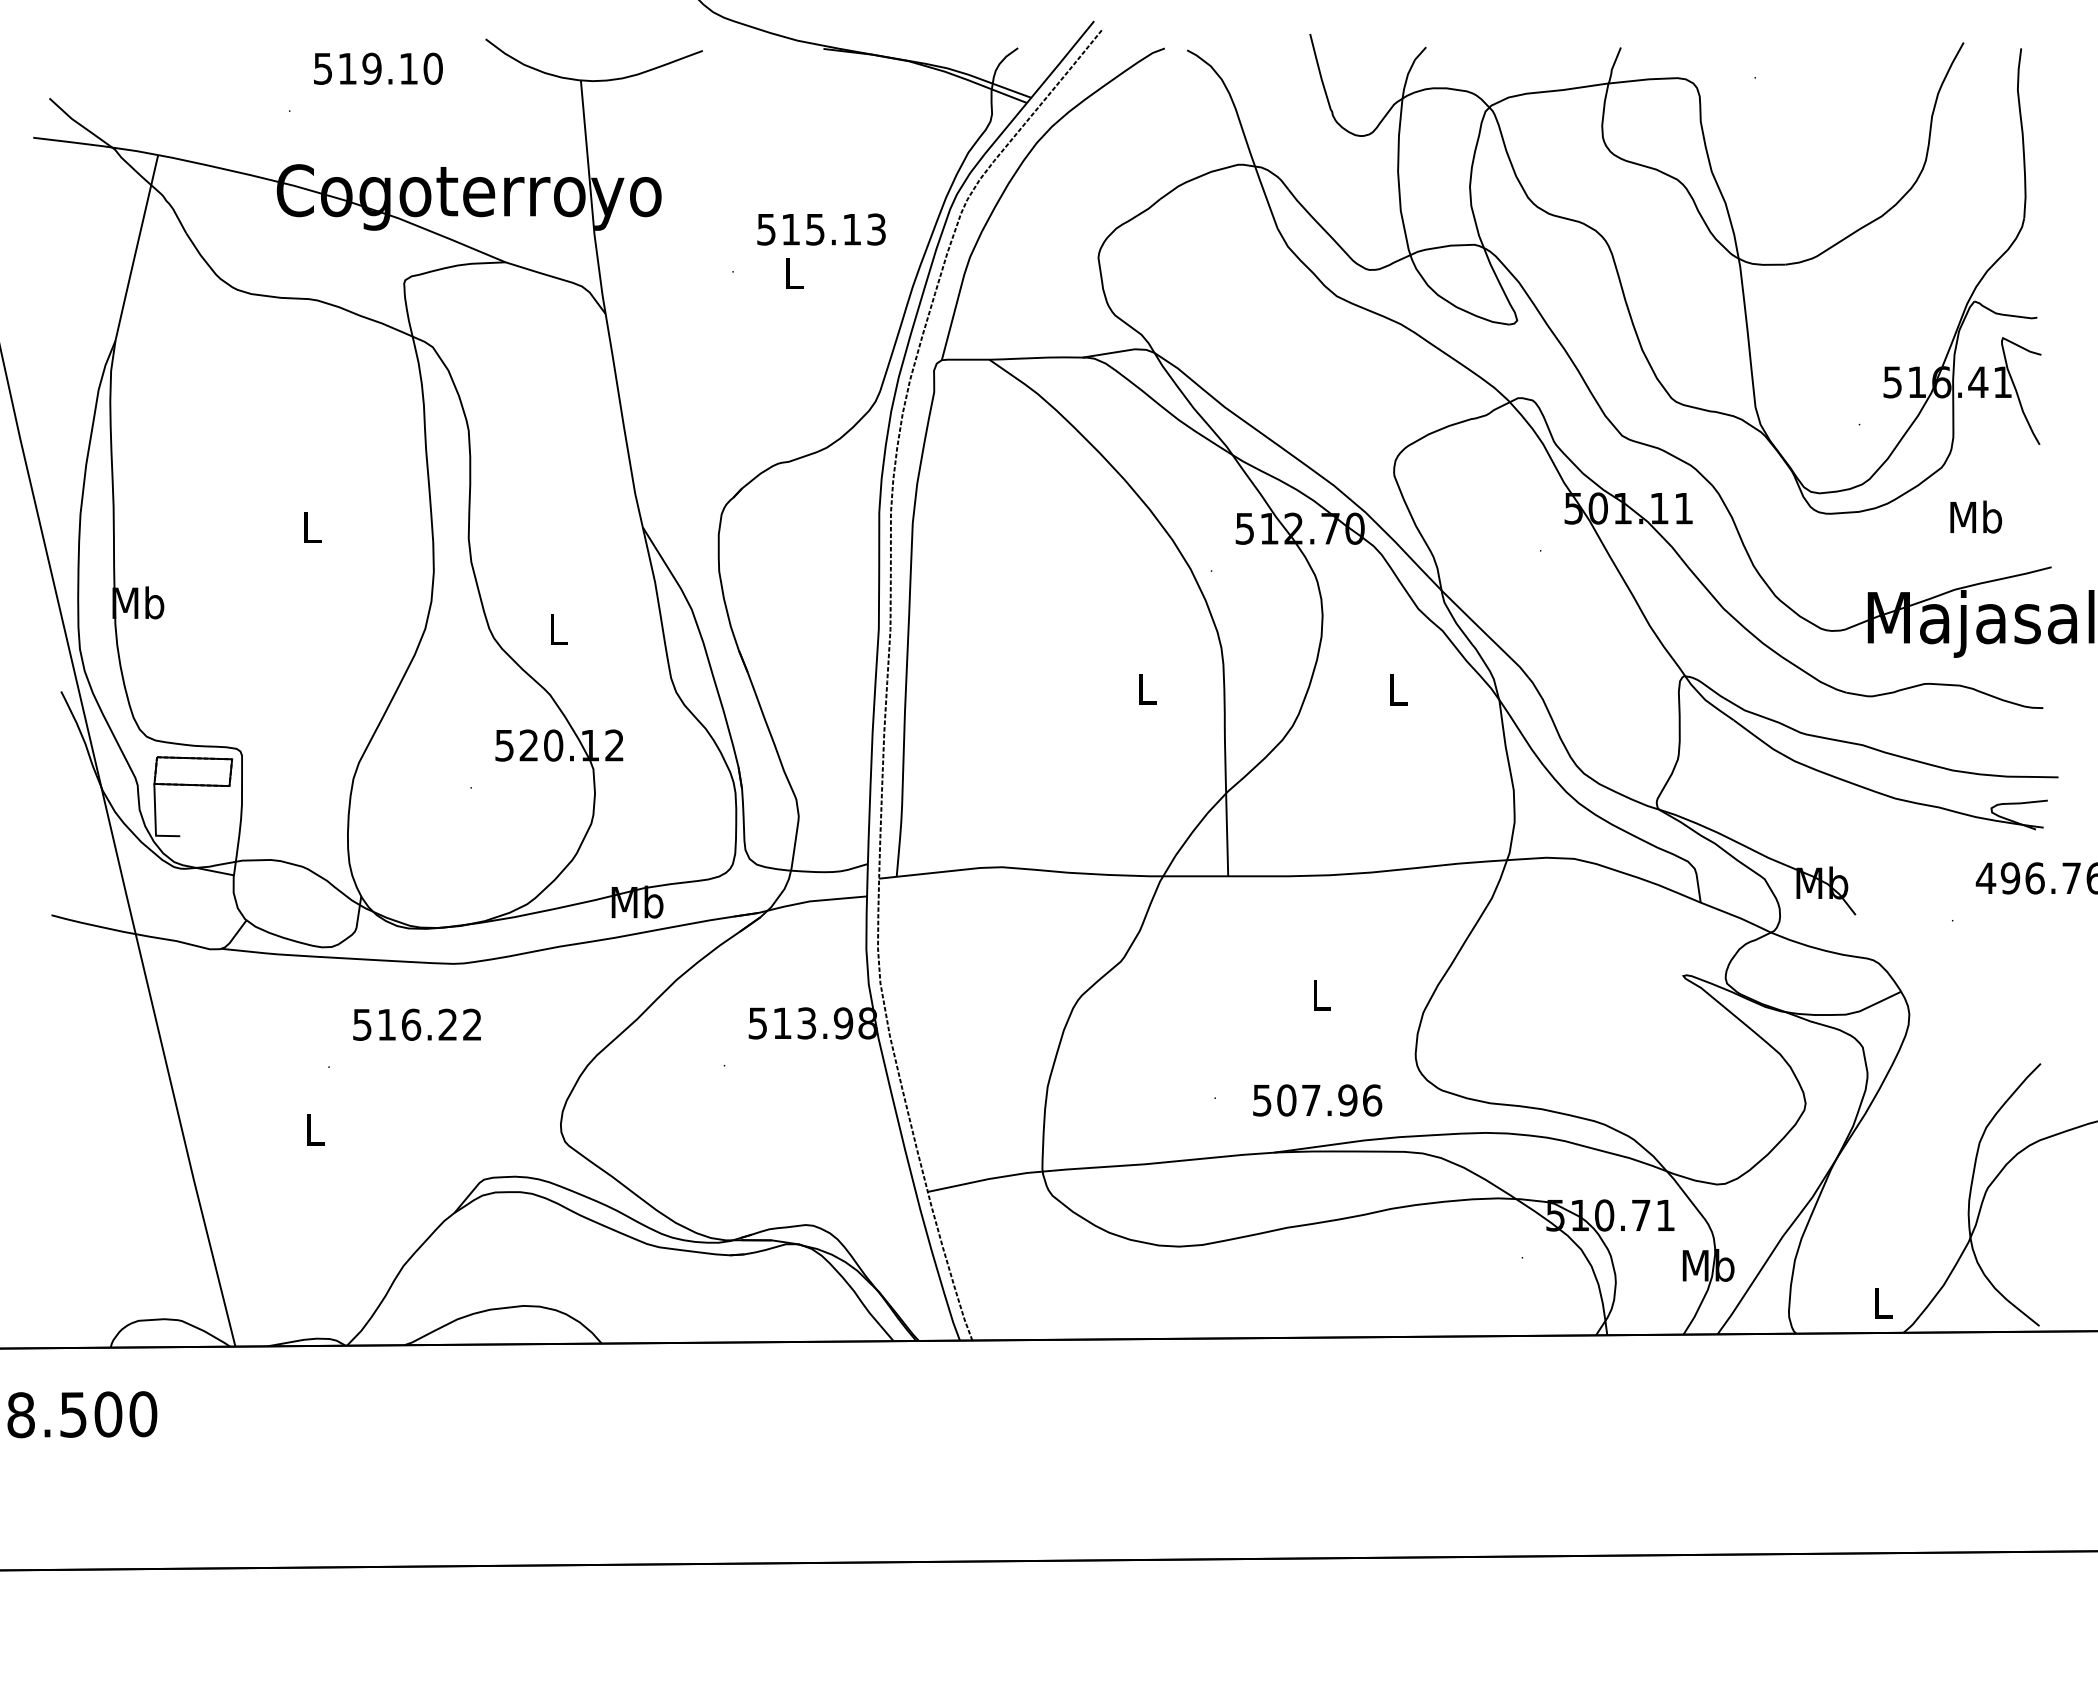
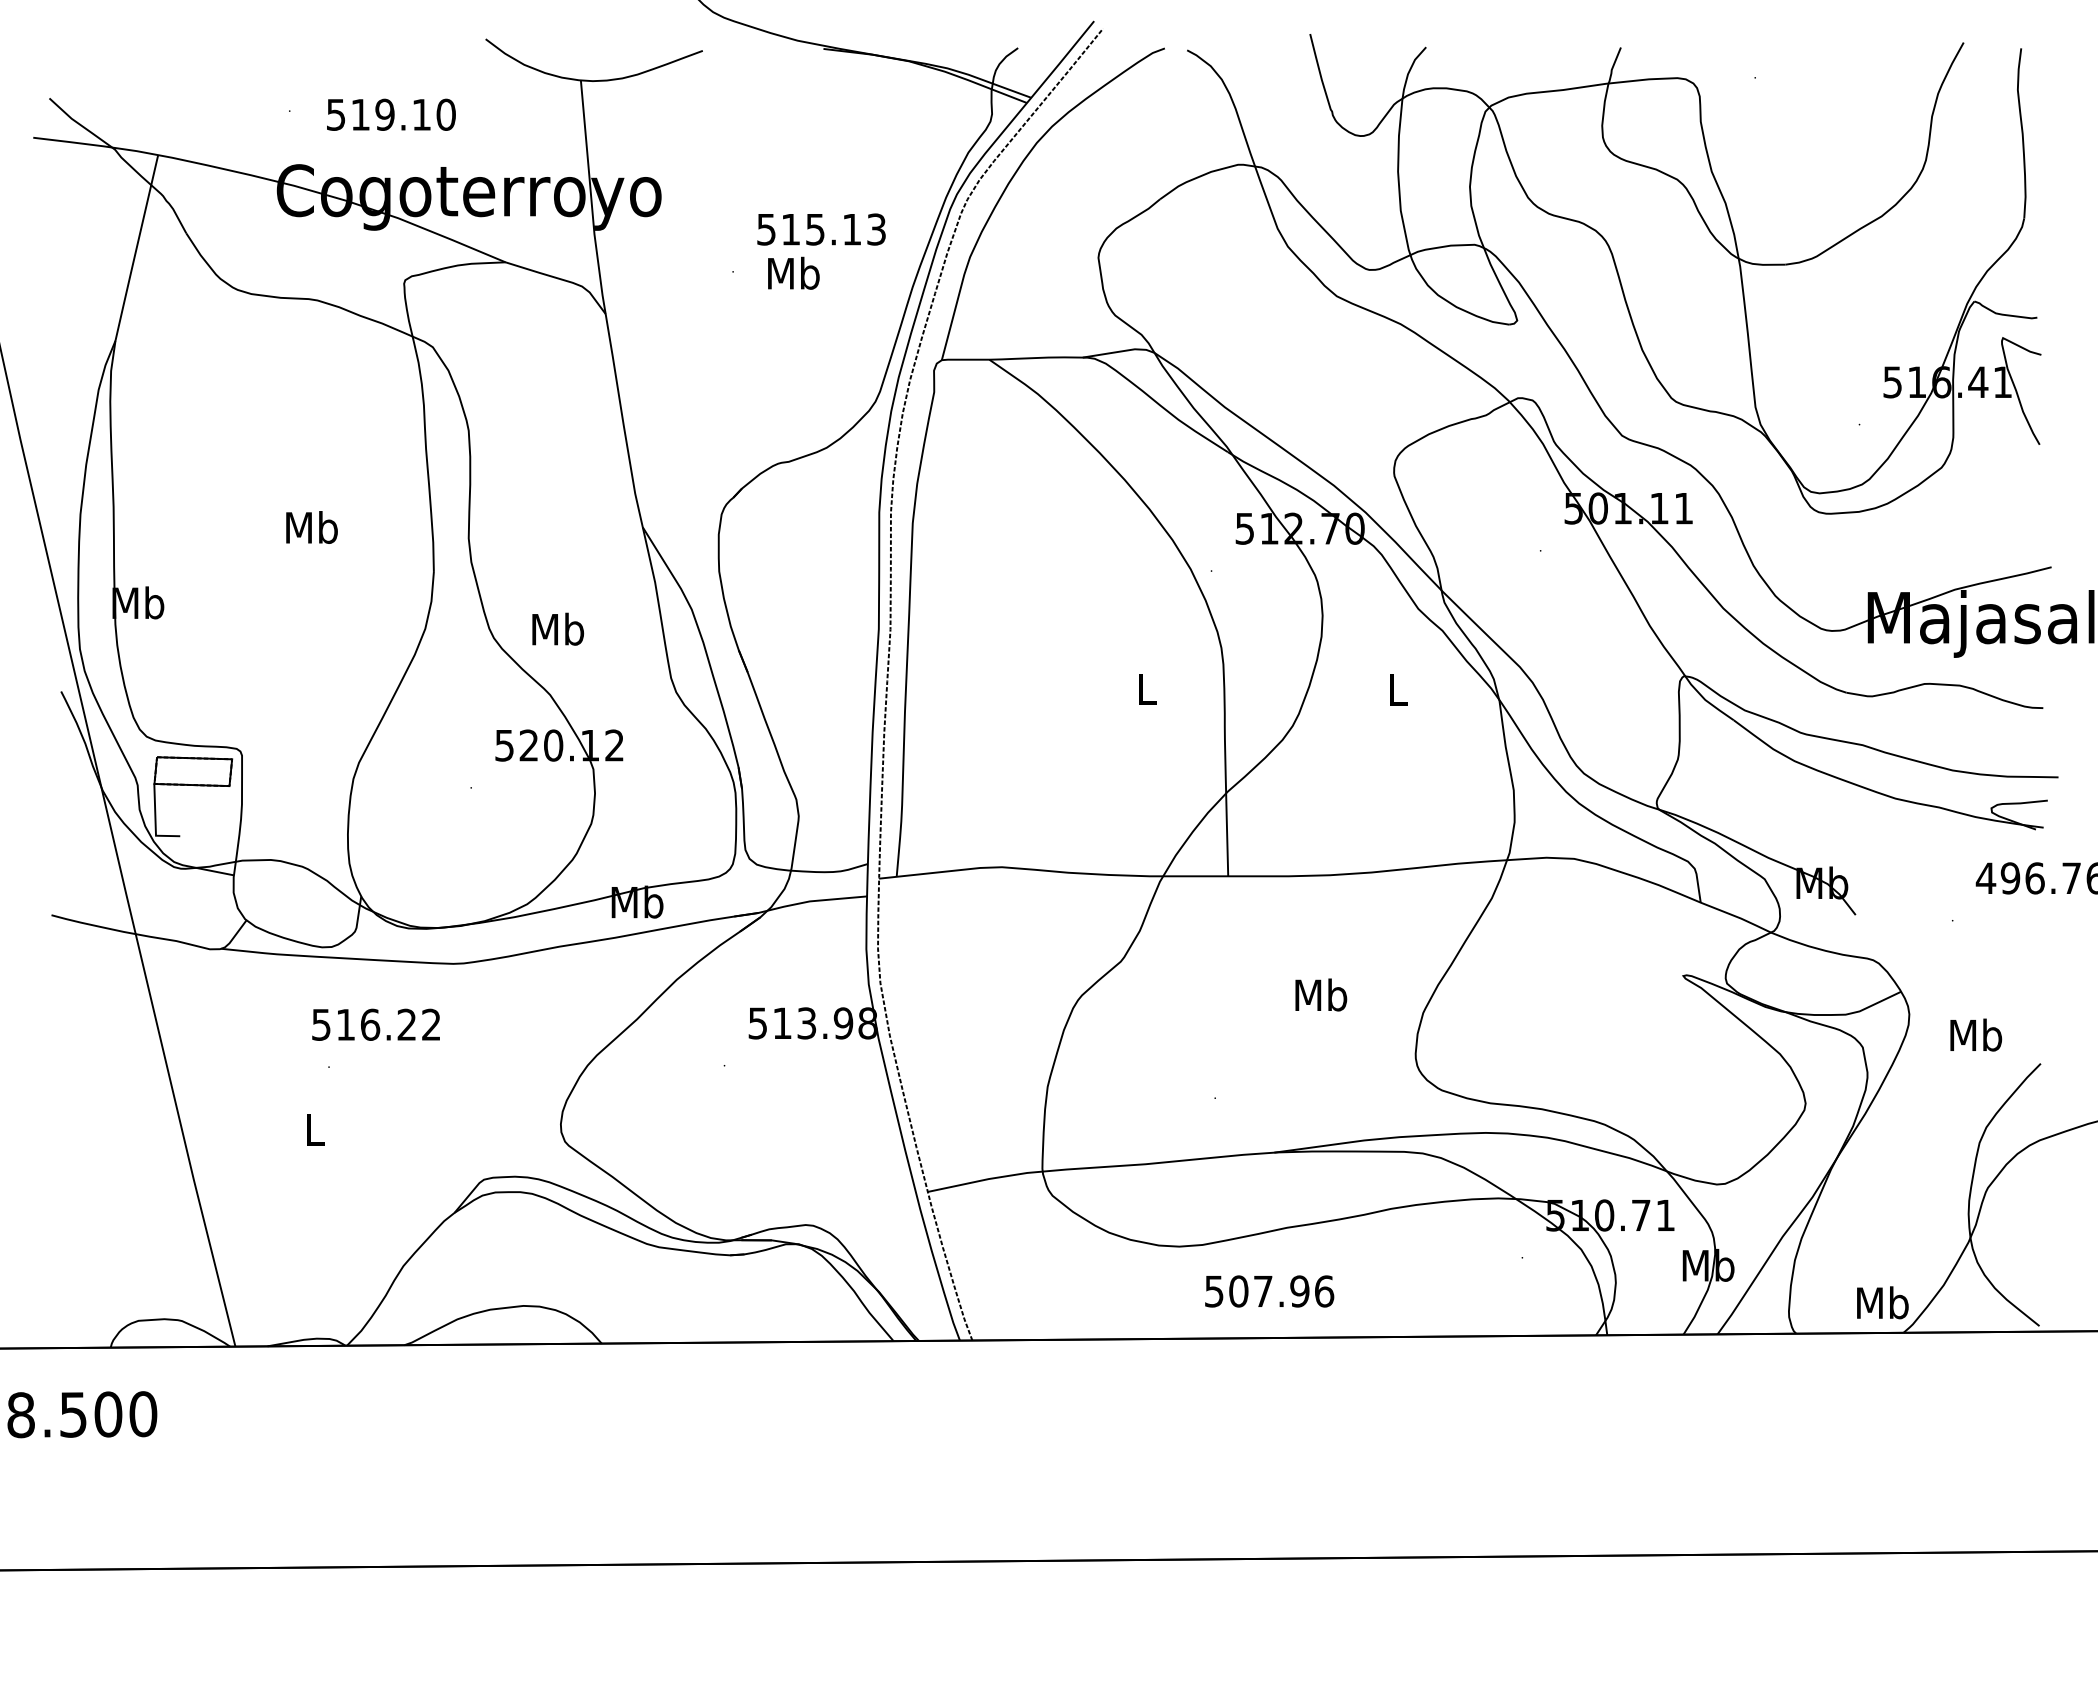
text at (378, 68) position: (378, 68) -> (391, 114)
text at (793, 272): L -> Mb
text at (1976, 516) position: (1976, 516) -> (1976, 1034)
text at (311, 527): L -> Mb
text at (558, 628): L -> Mb
text at (1321, 994): L -> Mb
text at (416, 1024) position: (416, 1024) -> (375, 1024)
text at (1317, 1100) position: (1317, 1100) -> (1269, 1291)
text at (1882, 1302): L -> Mb
